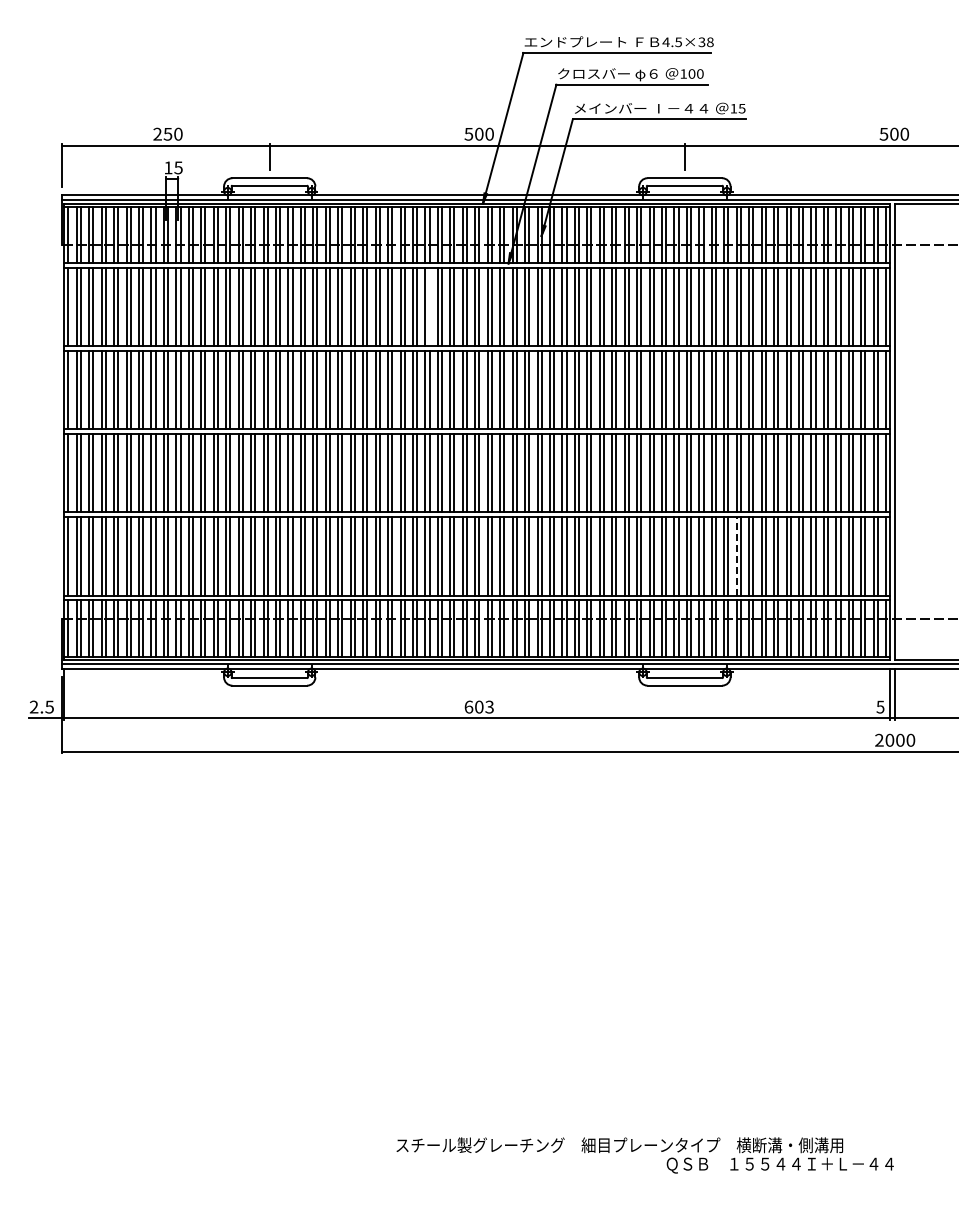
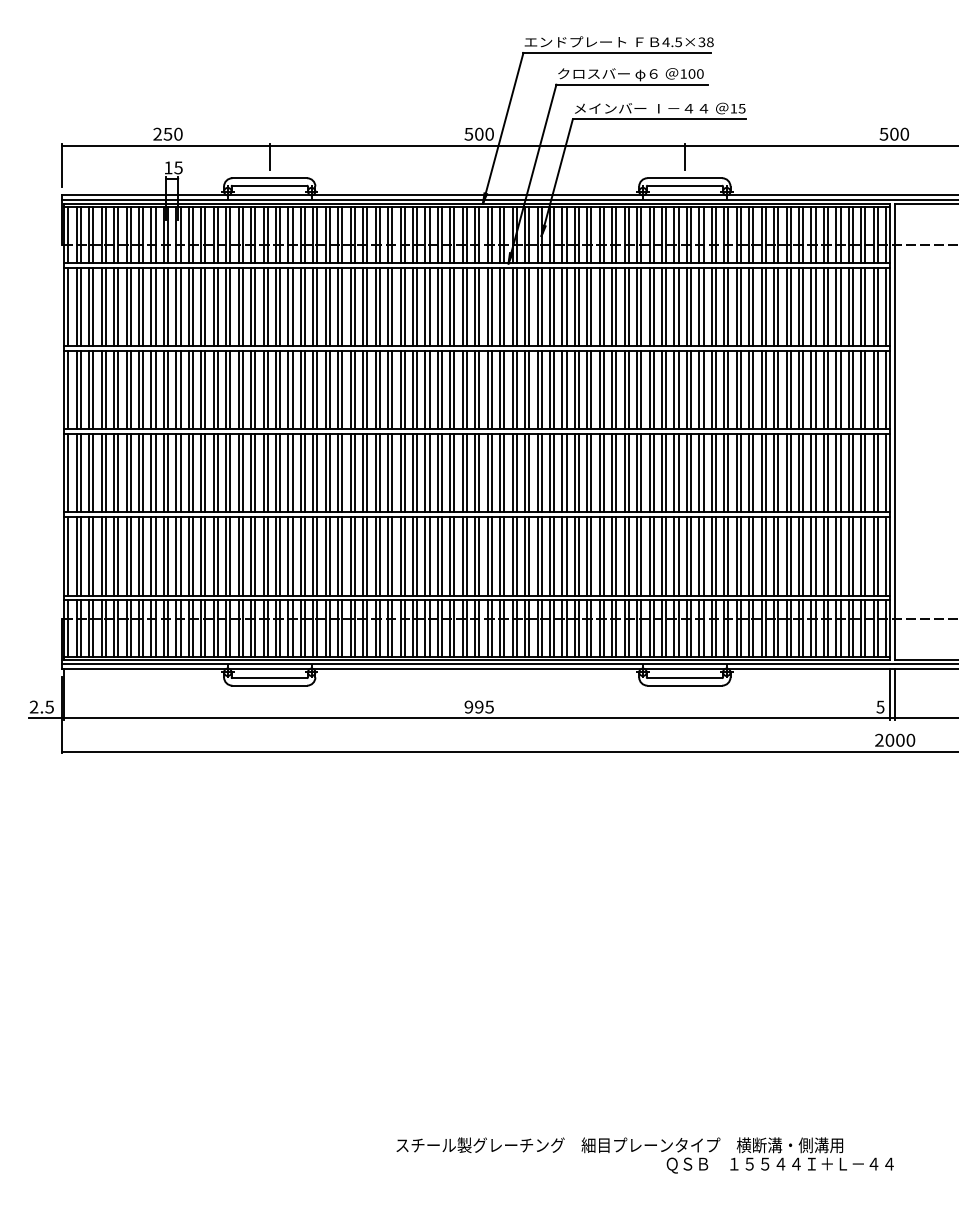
line at (429, 307): none -> present
line at (736, 555): dashed -> solid
text at (478, 706): 603 -> 995
